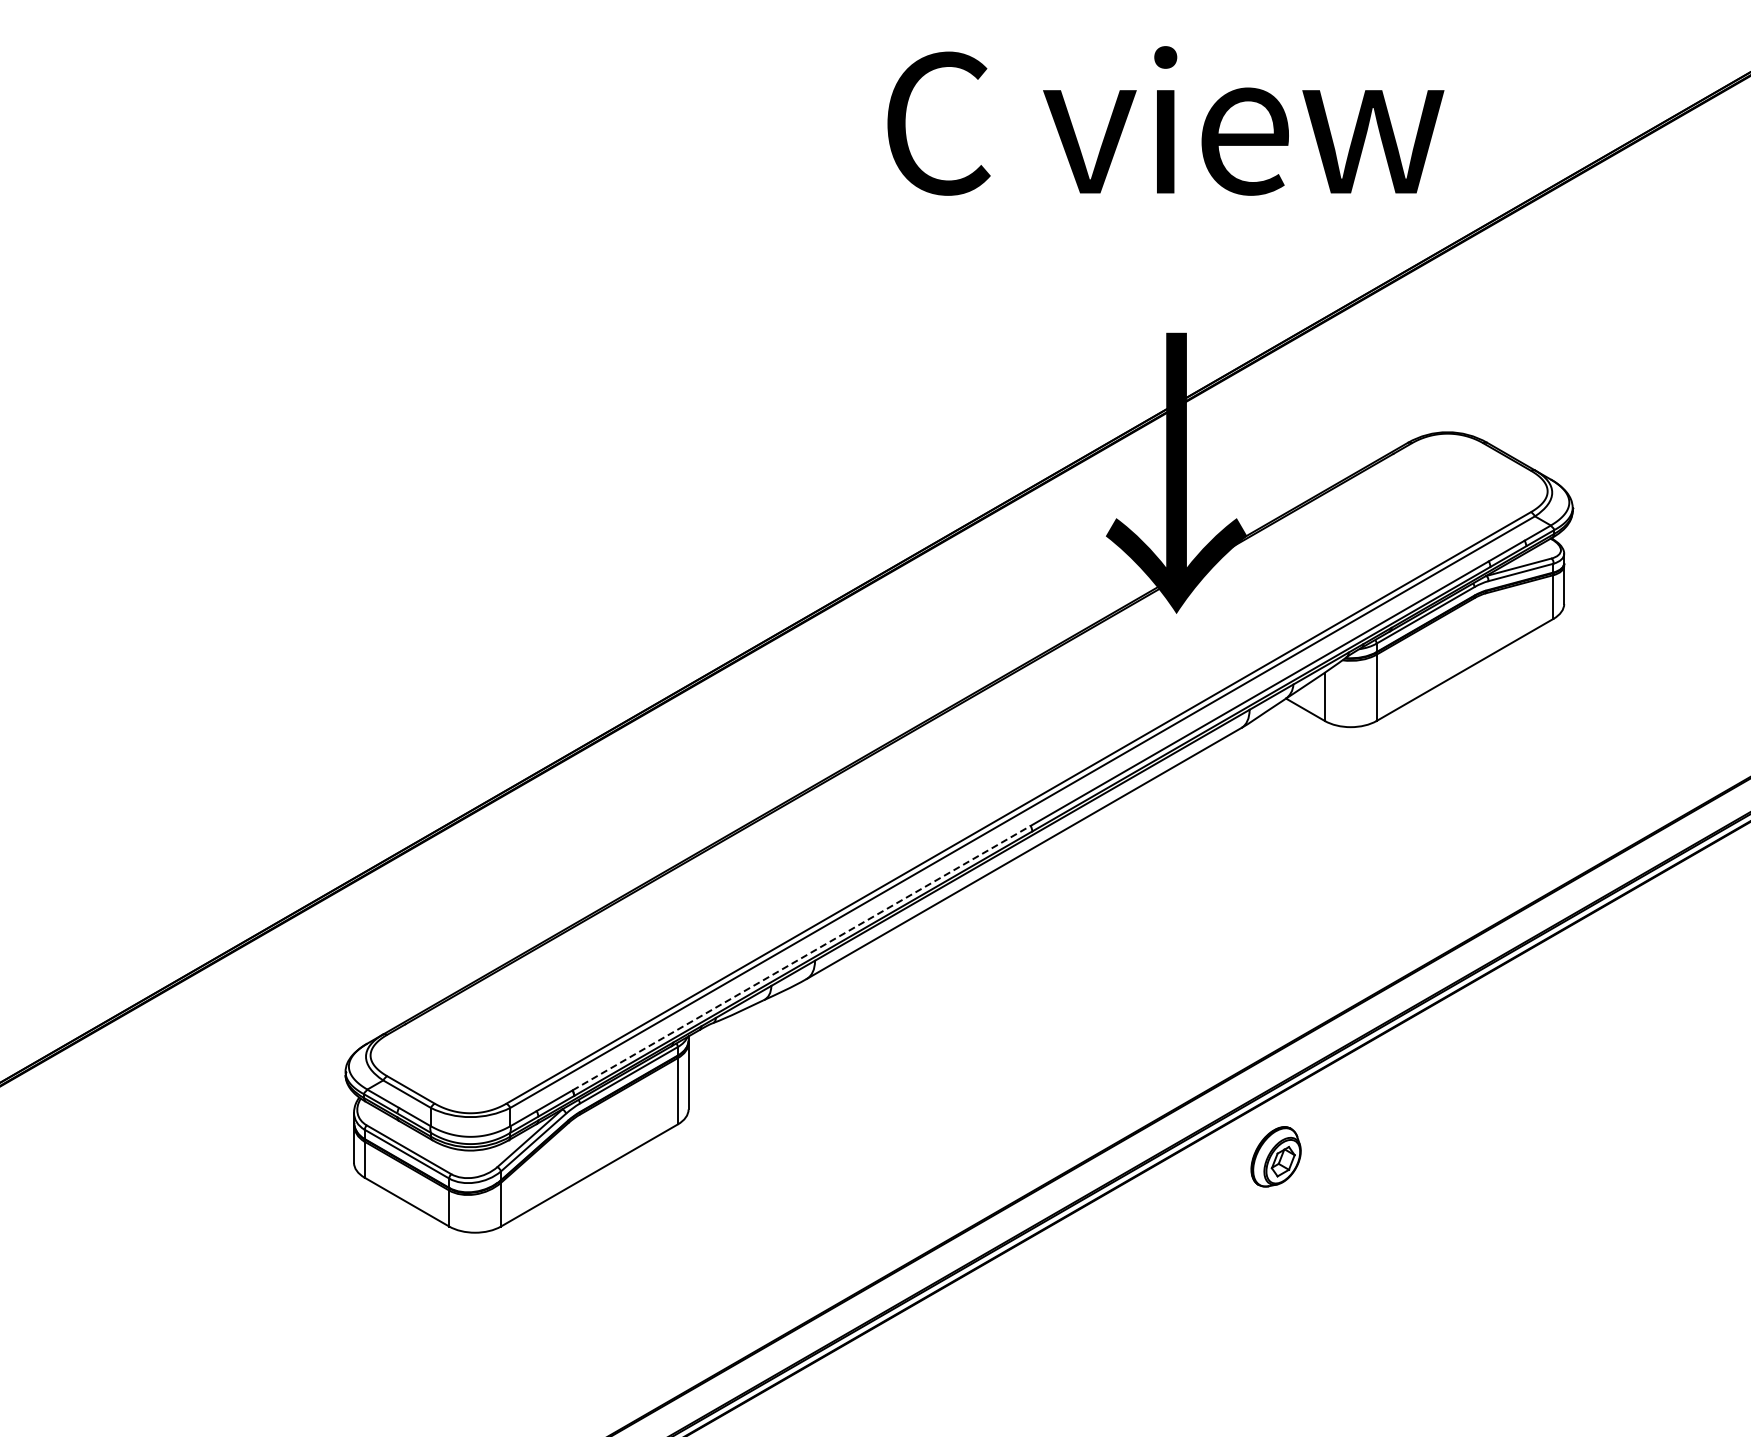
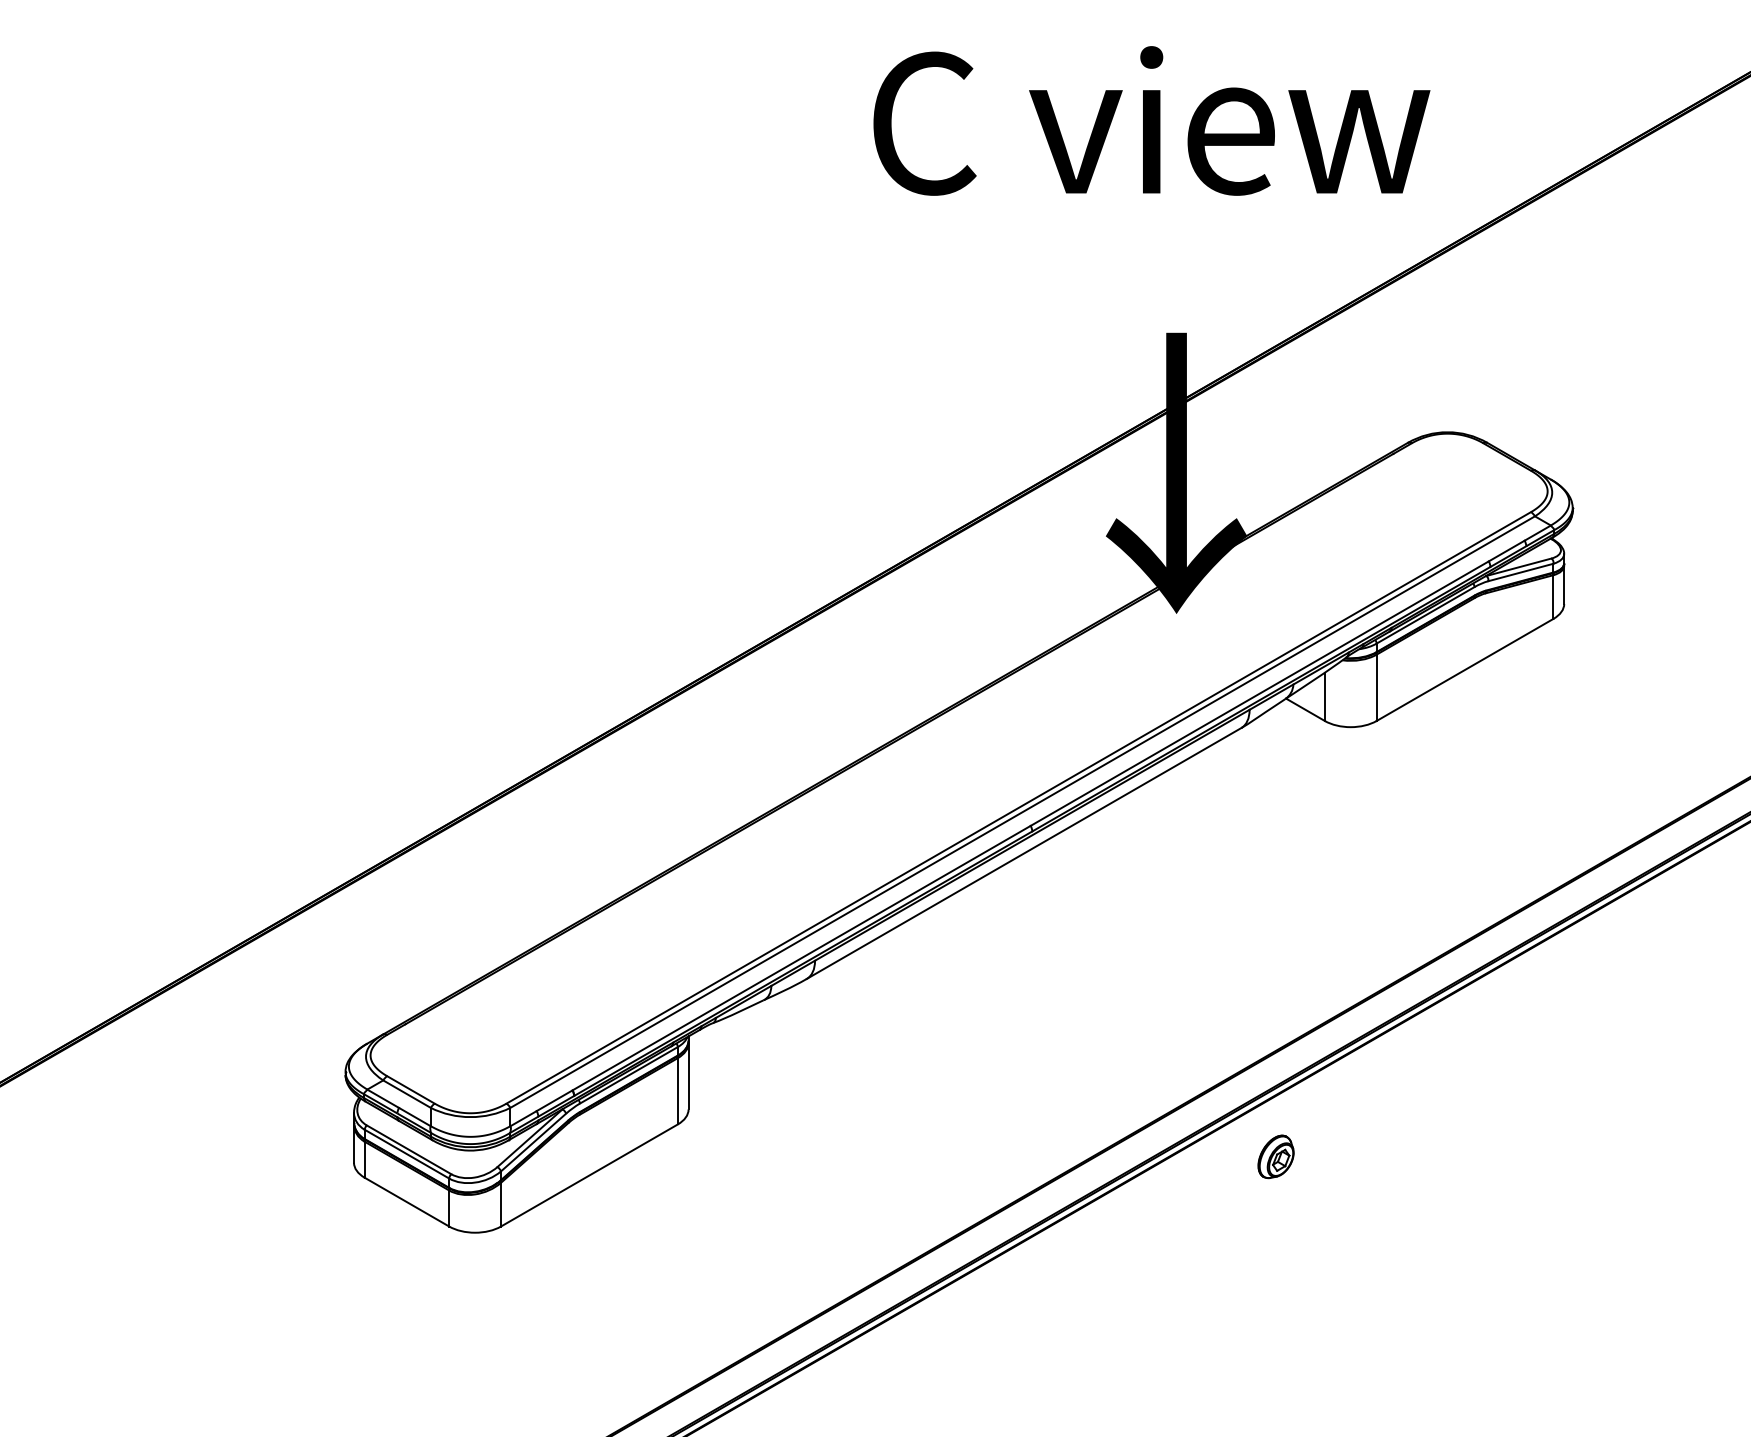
text at (1165, 120) position: (1165, 120) -> (1151, 120)
line at (802, 957): dashed -> solid
part at (1275, 1156) size: 52x62 px -> 38x46 px
